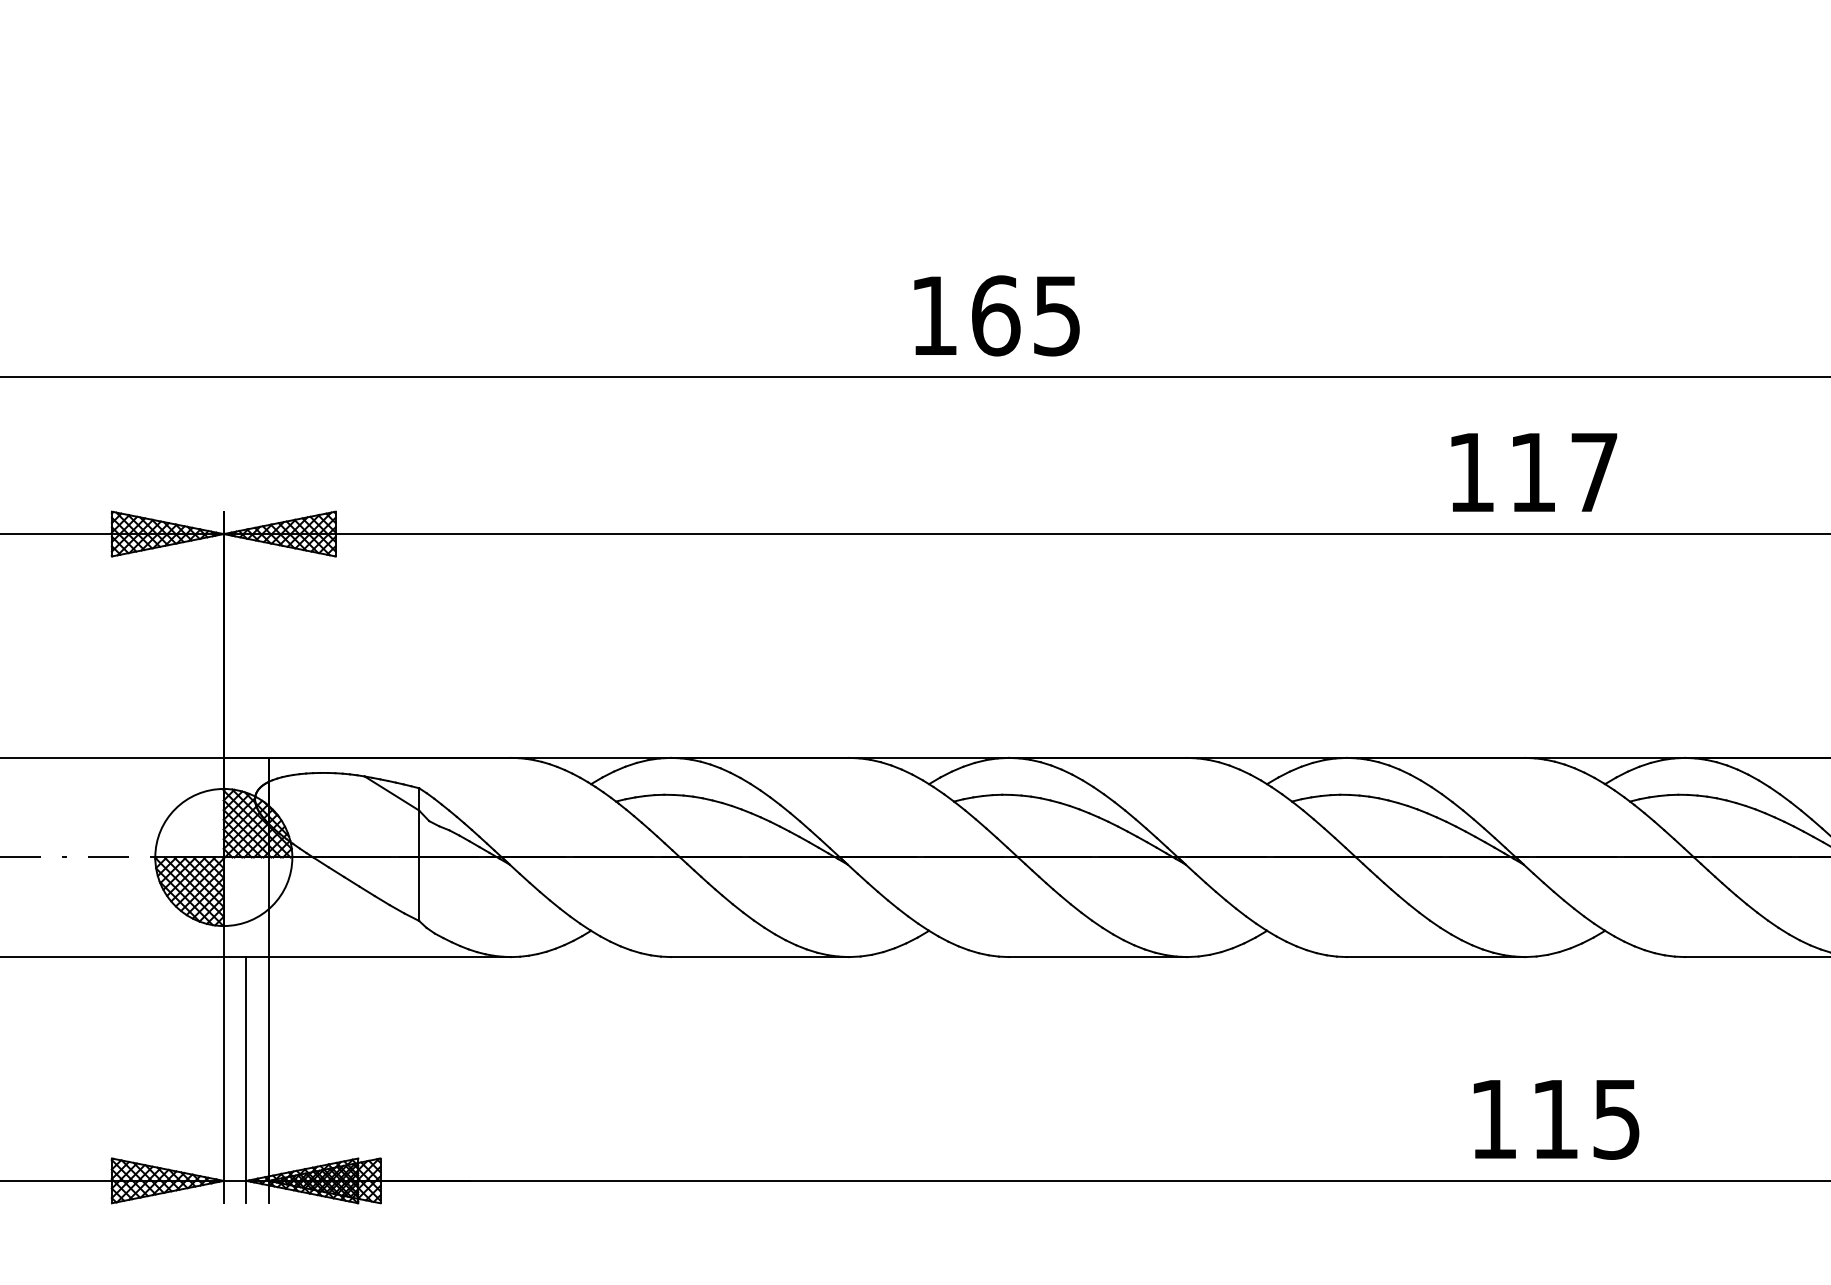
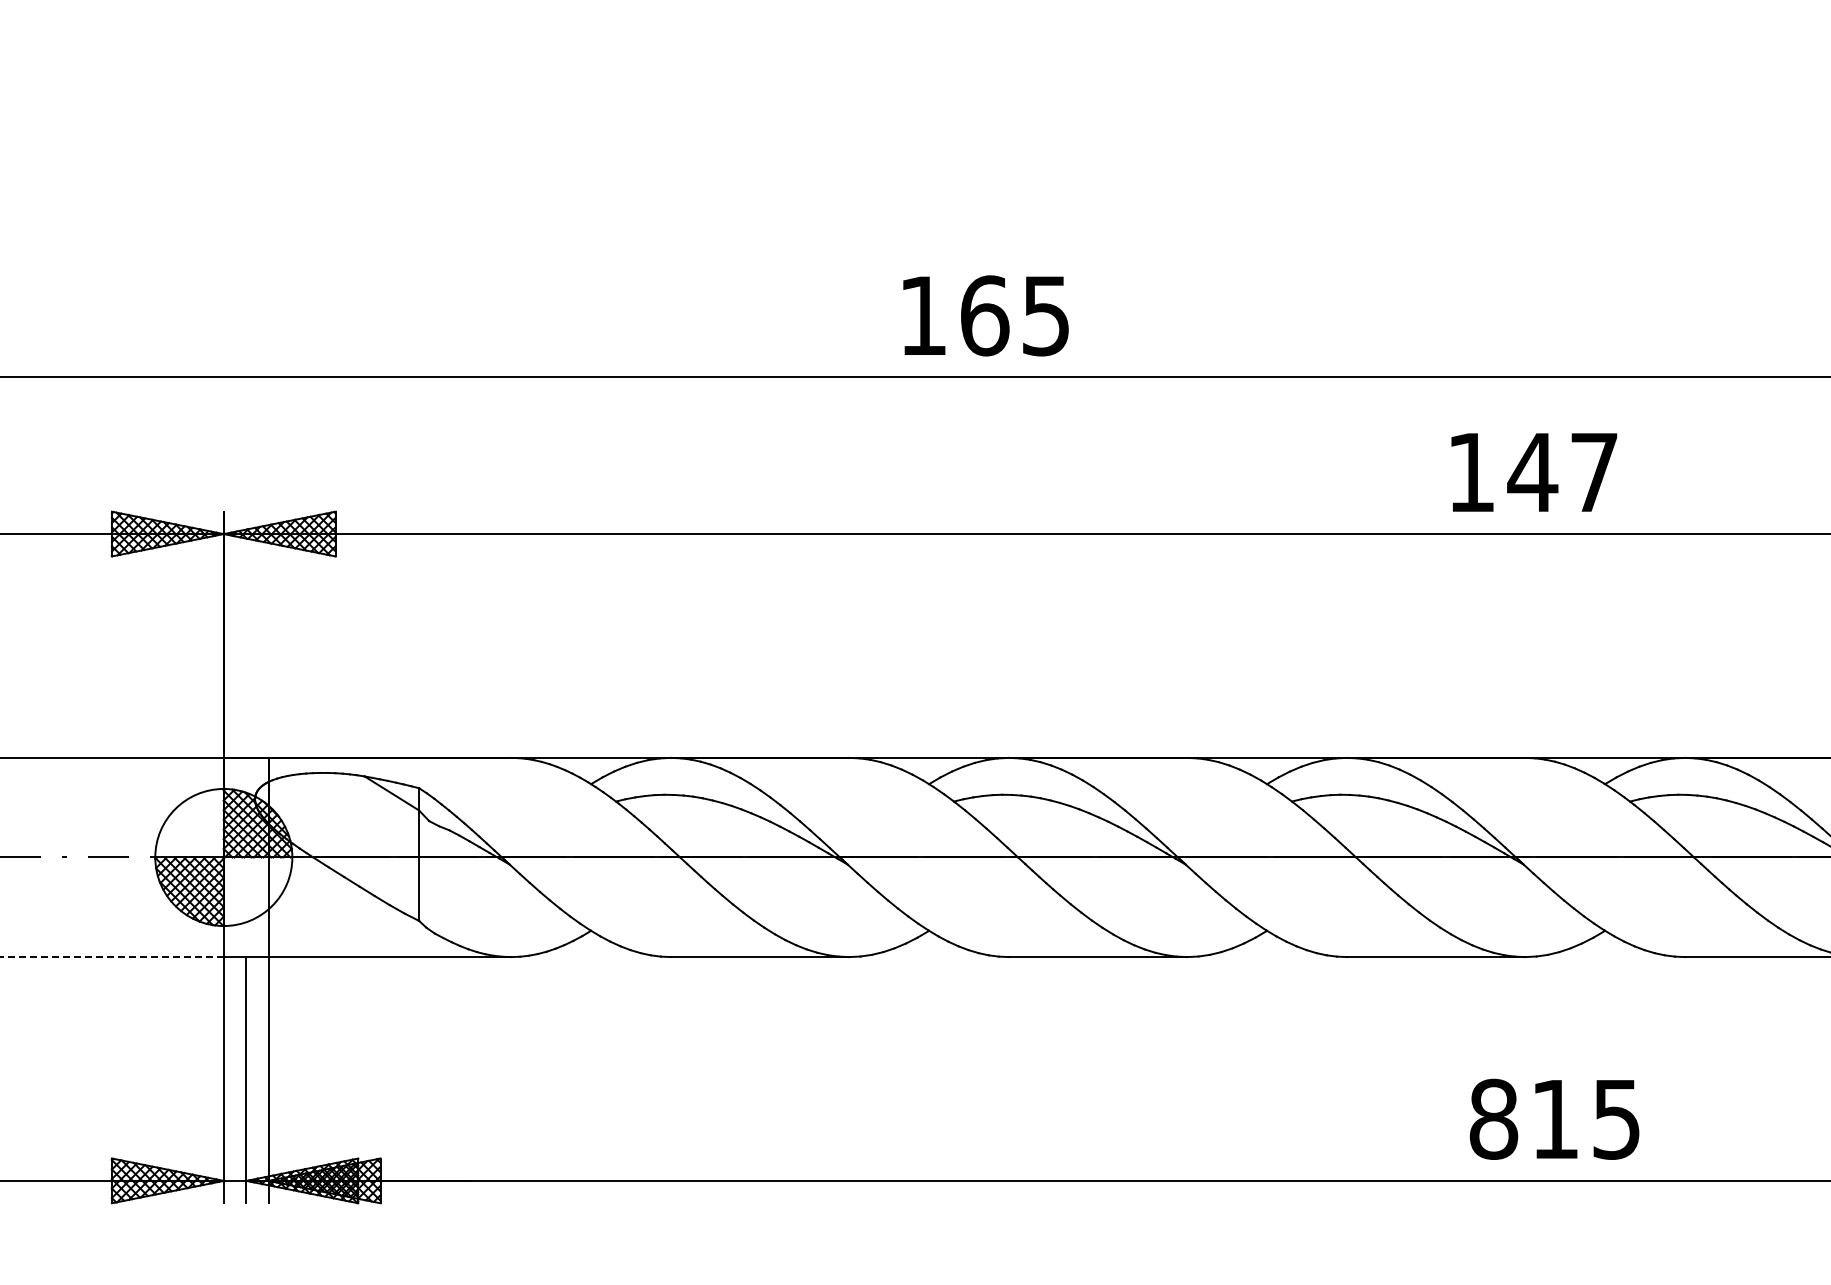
text at (996, 315) position: (996, 315) -> (985, 315)
text at (1532, 472): 117 -> 147
line at (111, 957): solid -> dashed
text at (1493, 1118): 115 -> 815
